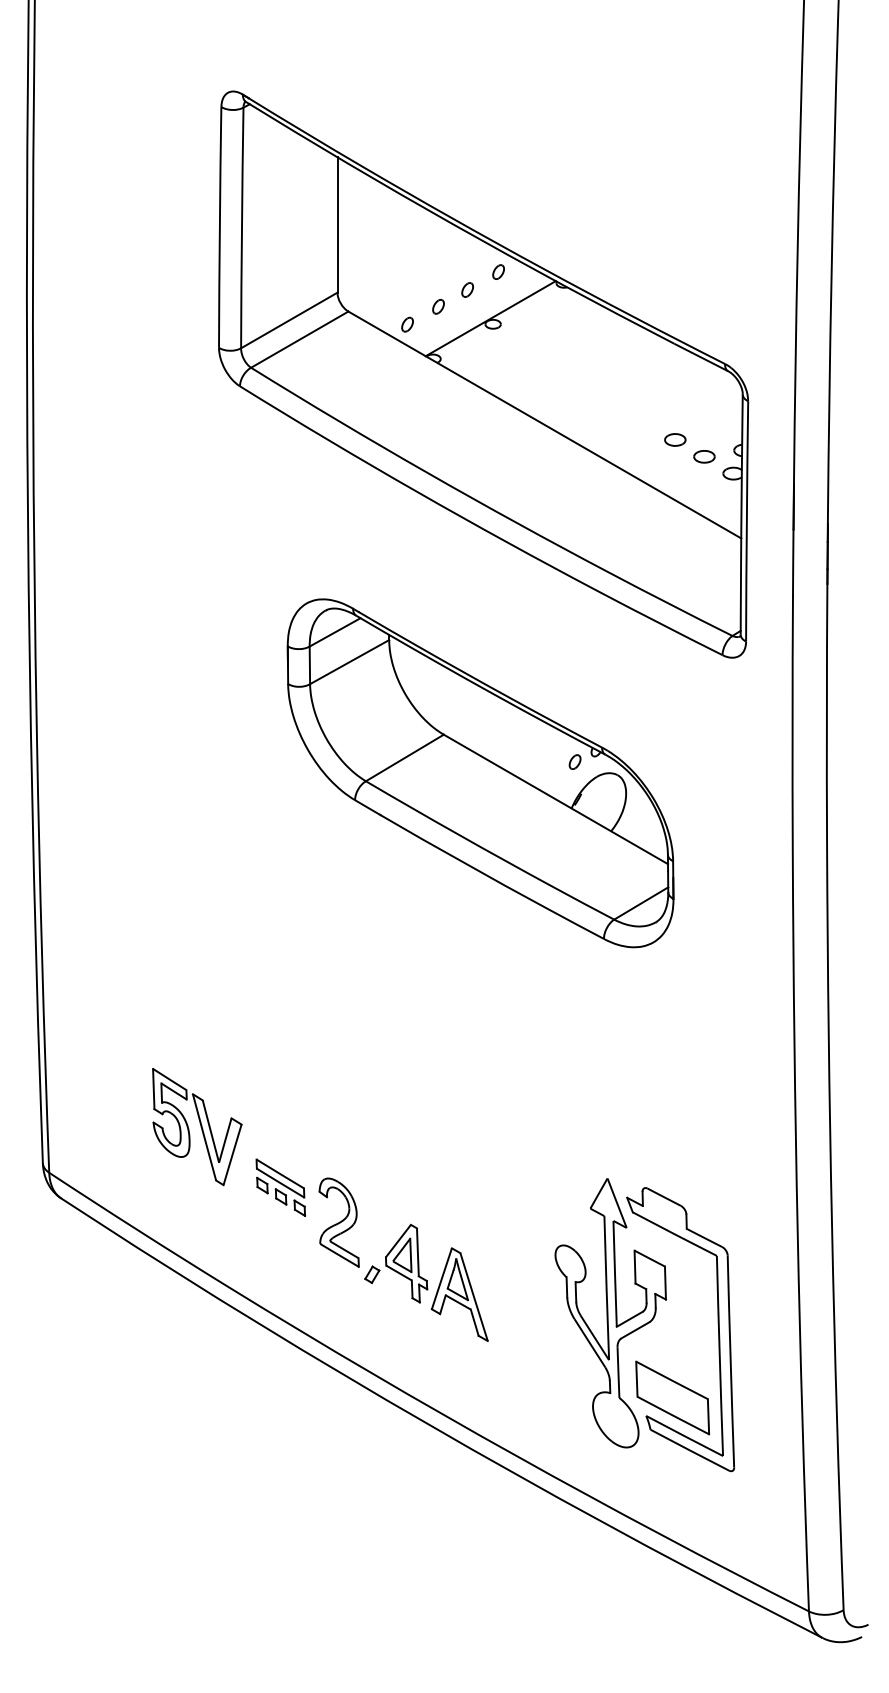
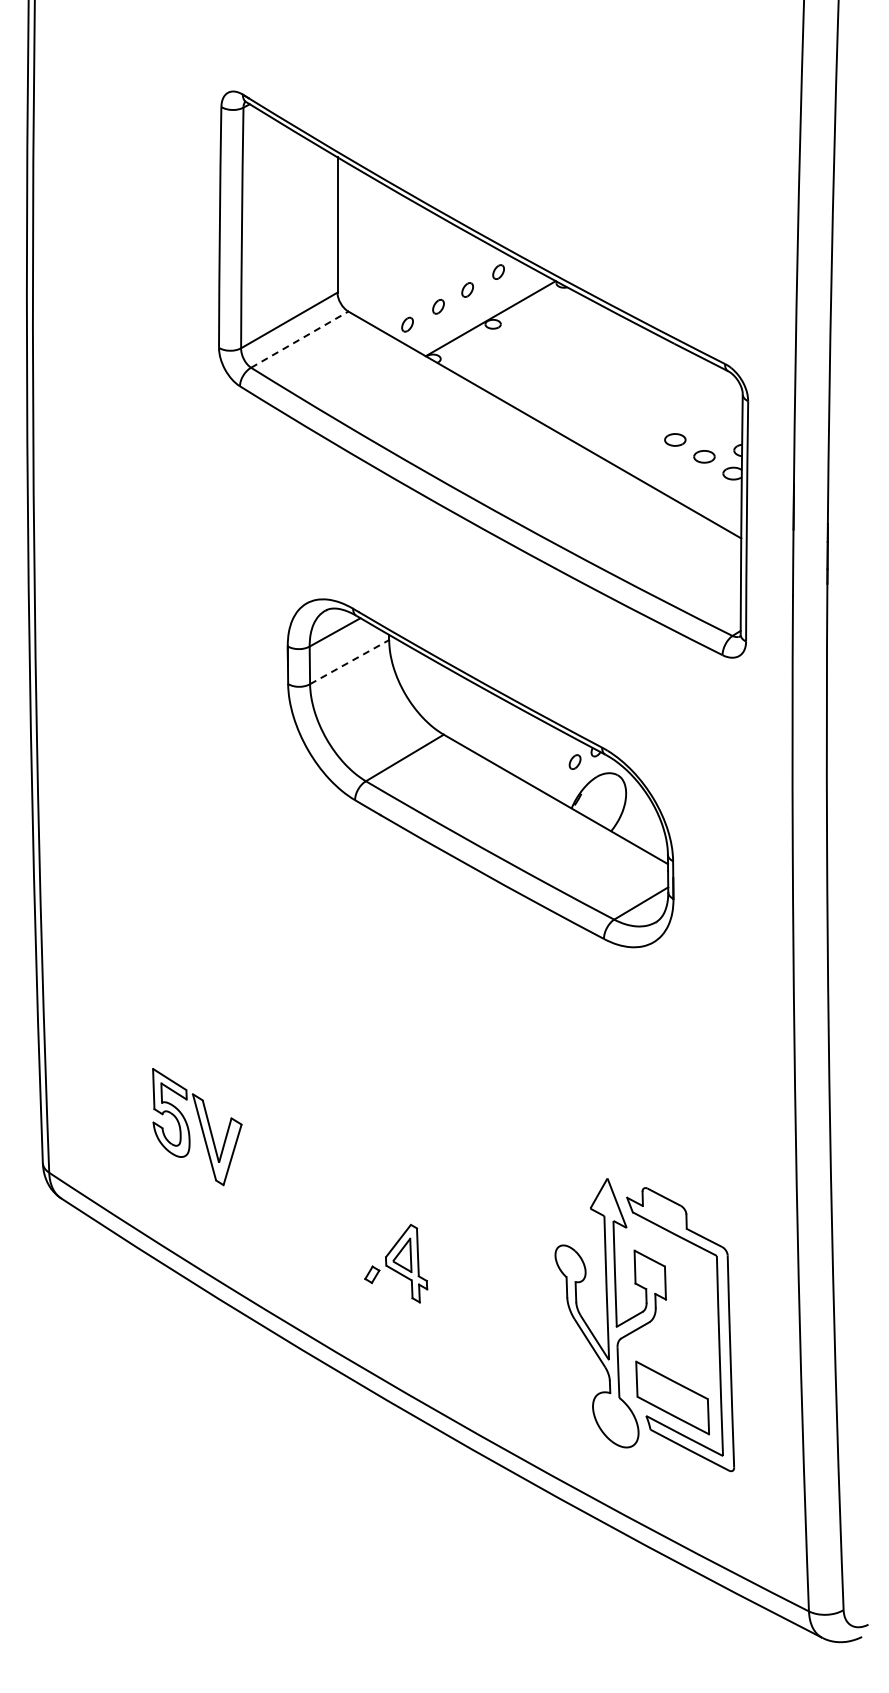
line at (300, 339): solid -> dashed
line at (350, 661): solid -> dashed
part at (280, 1187): present -> none
part at (338, 1222): present -> none
part at (459, 1294): present -> none
